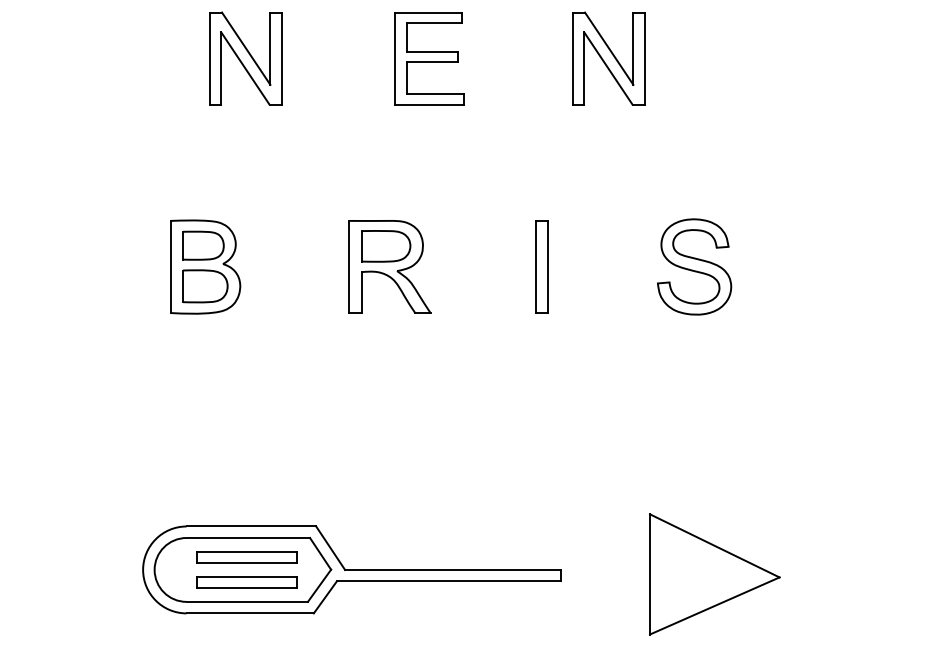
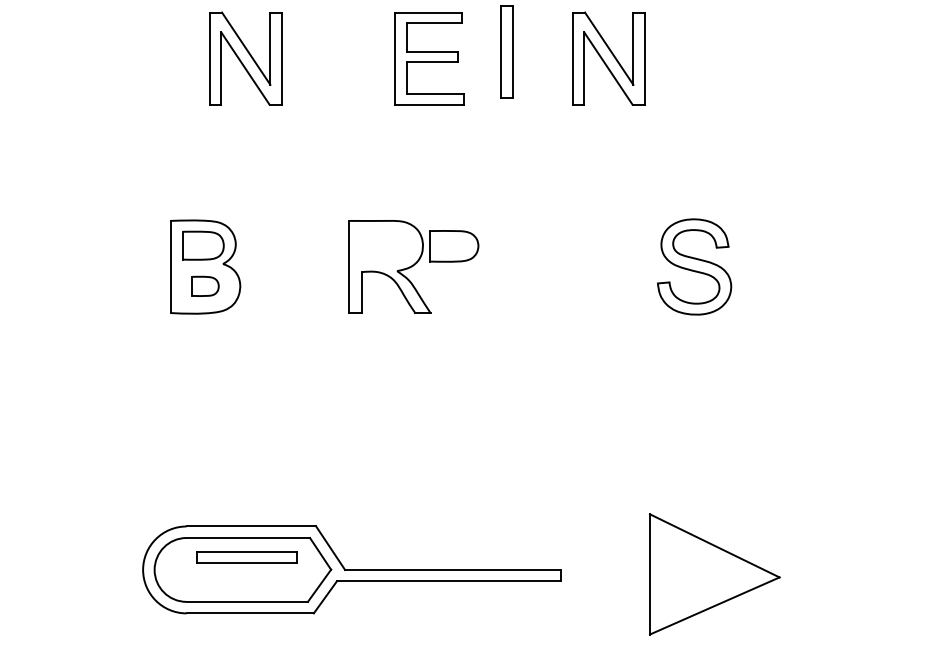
part at (386, 246) position: (386, 246) -> (454, 246)
part at (541, 266) position: (541, 266) -> (506, 51)
part at (205, 286) size: 47x35 px -> 29x22 px
part at (246, 582): present -> none
